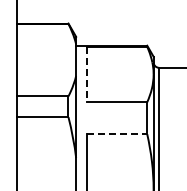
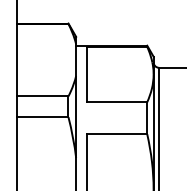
line at (87, 74): dashed -> solid
line at (117, 134): dashed -> solid
